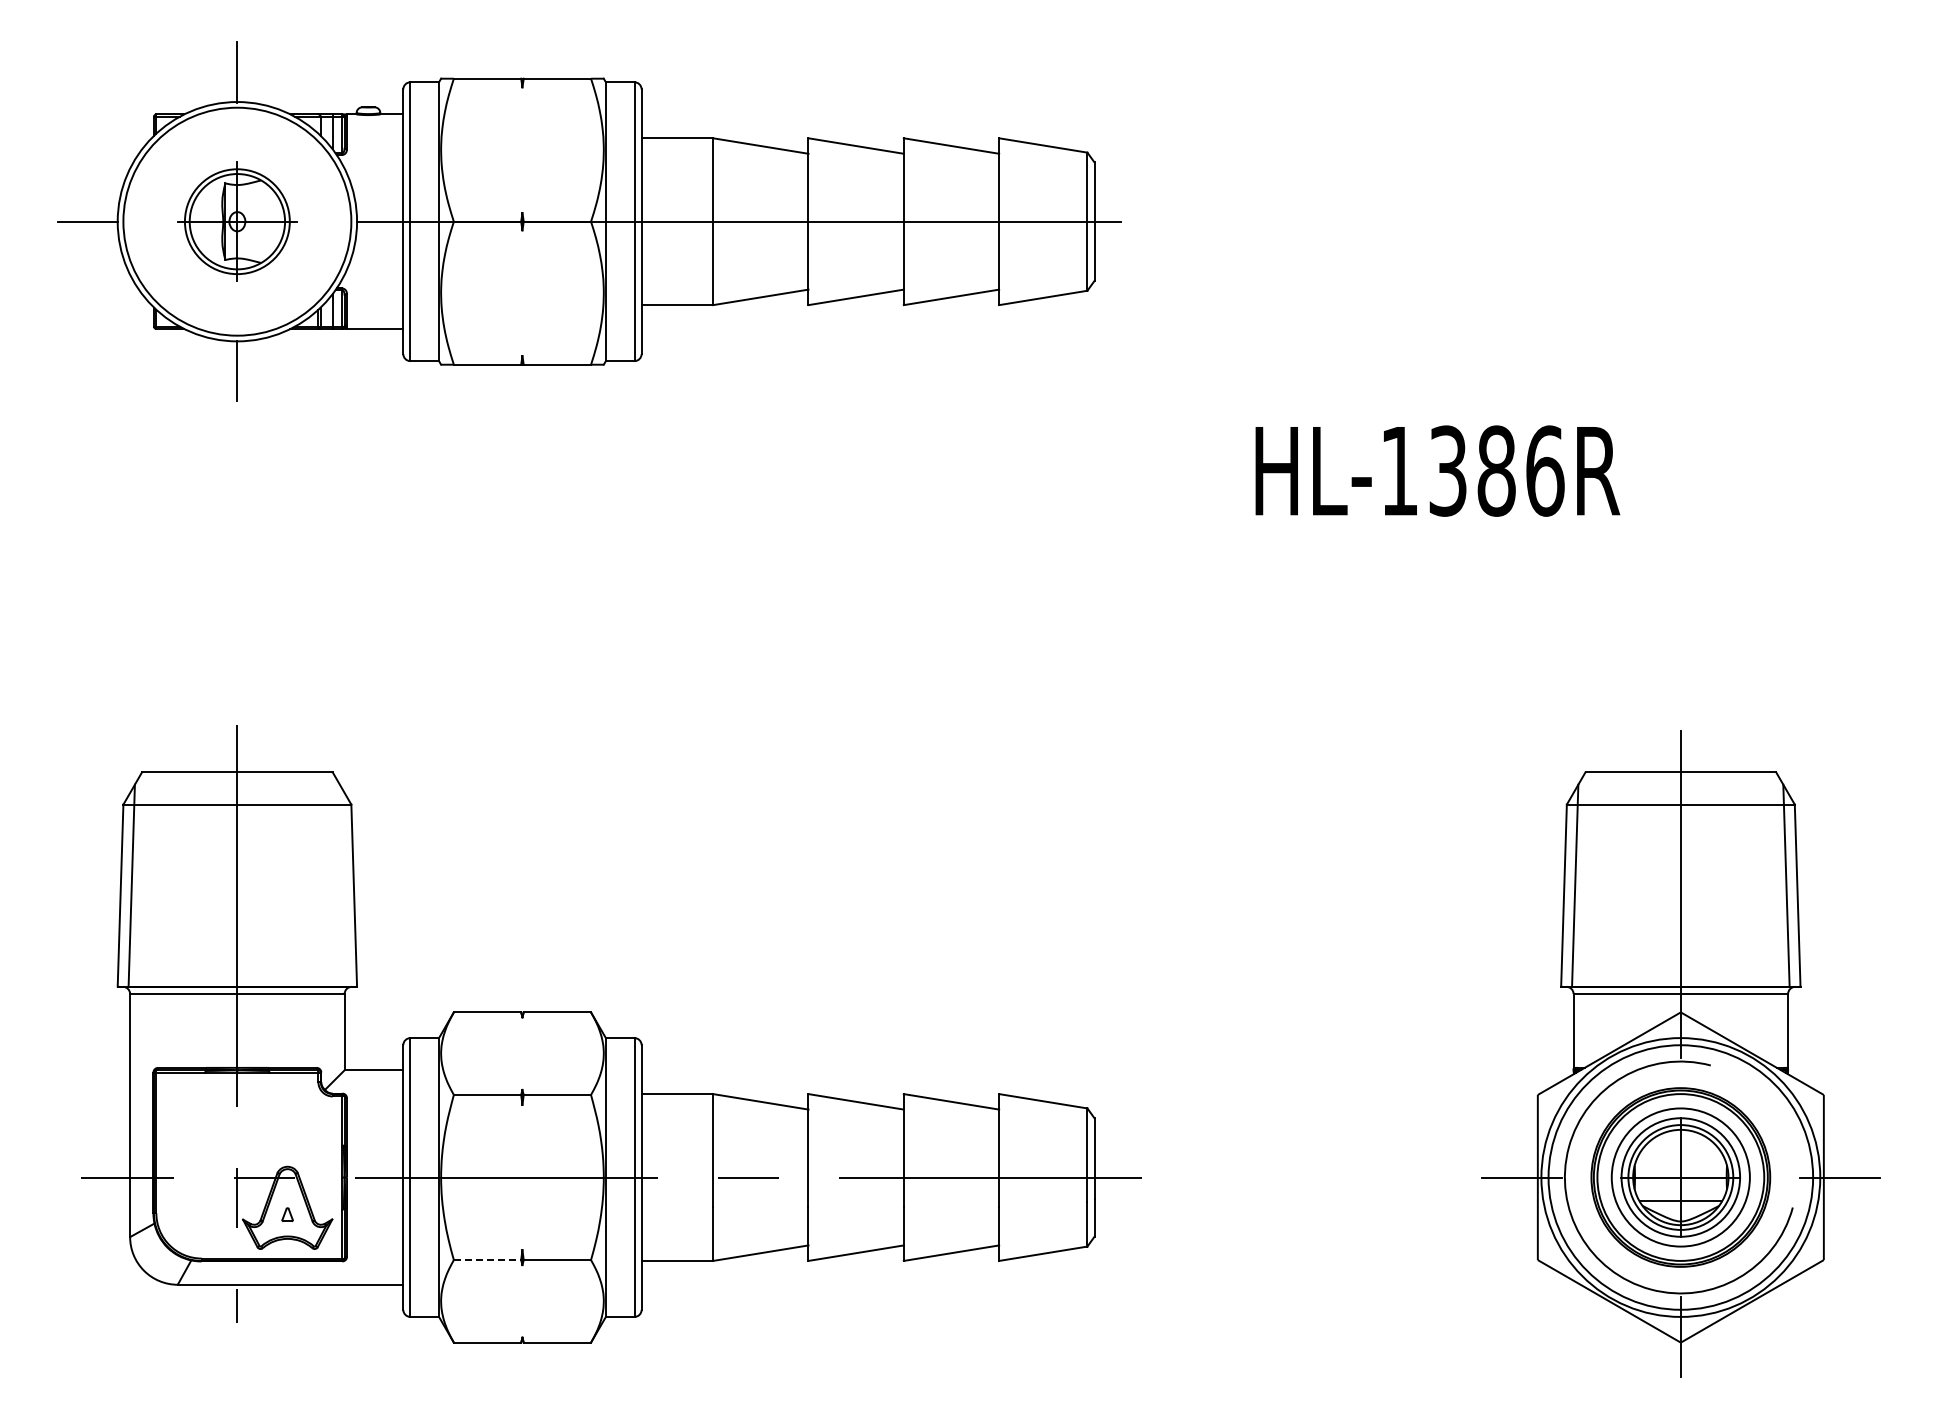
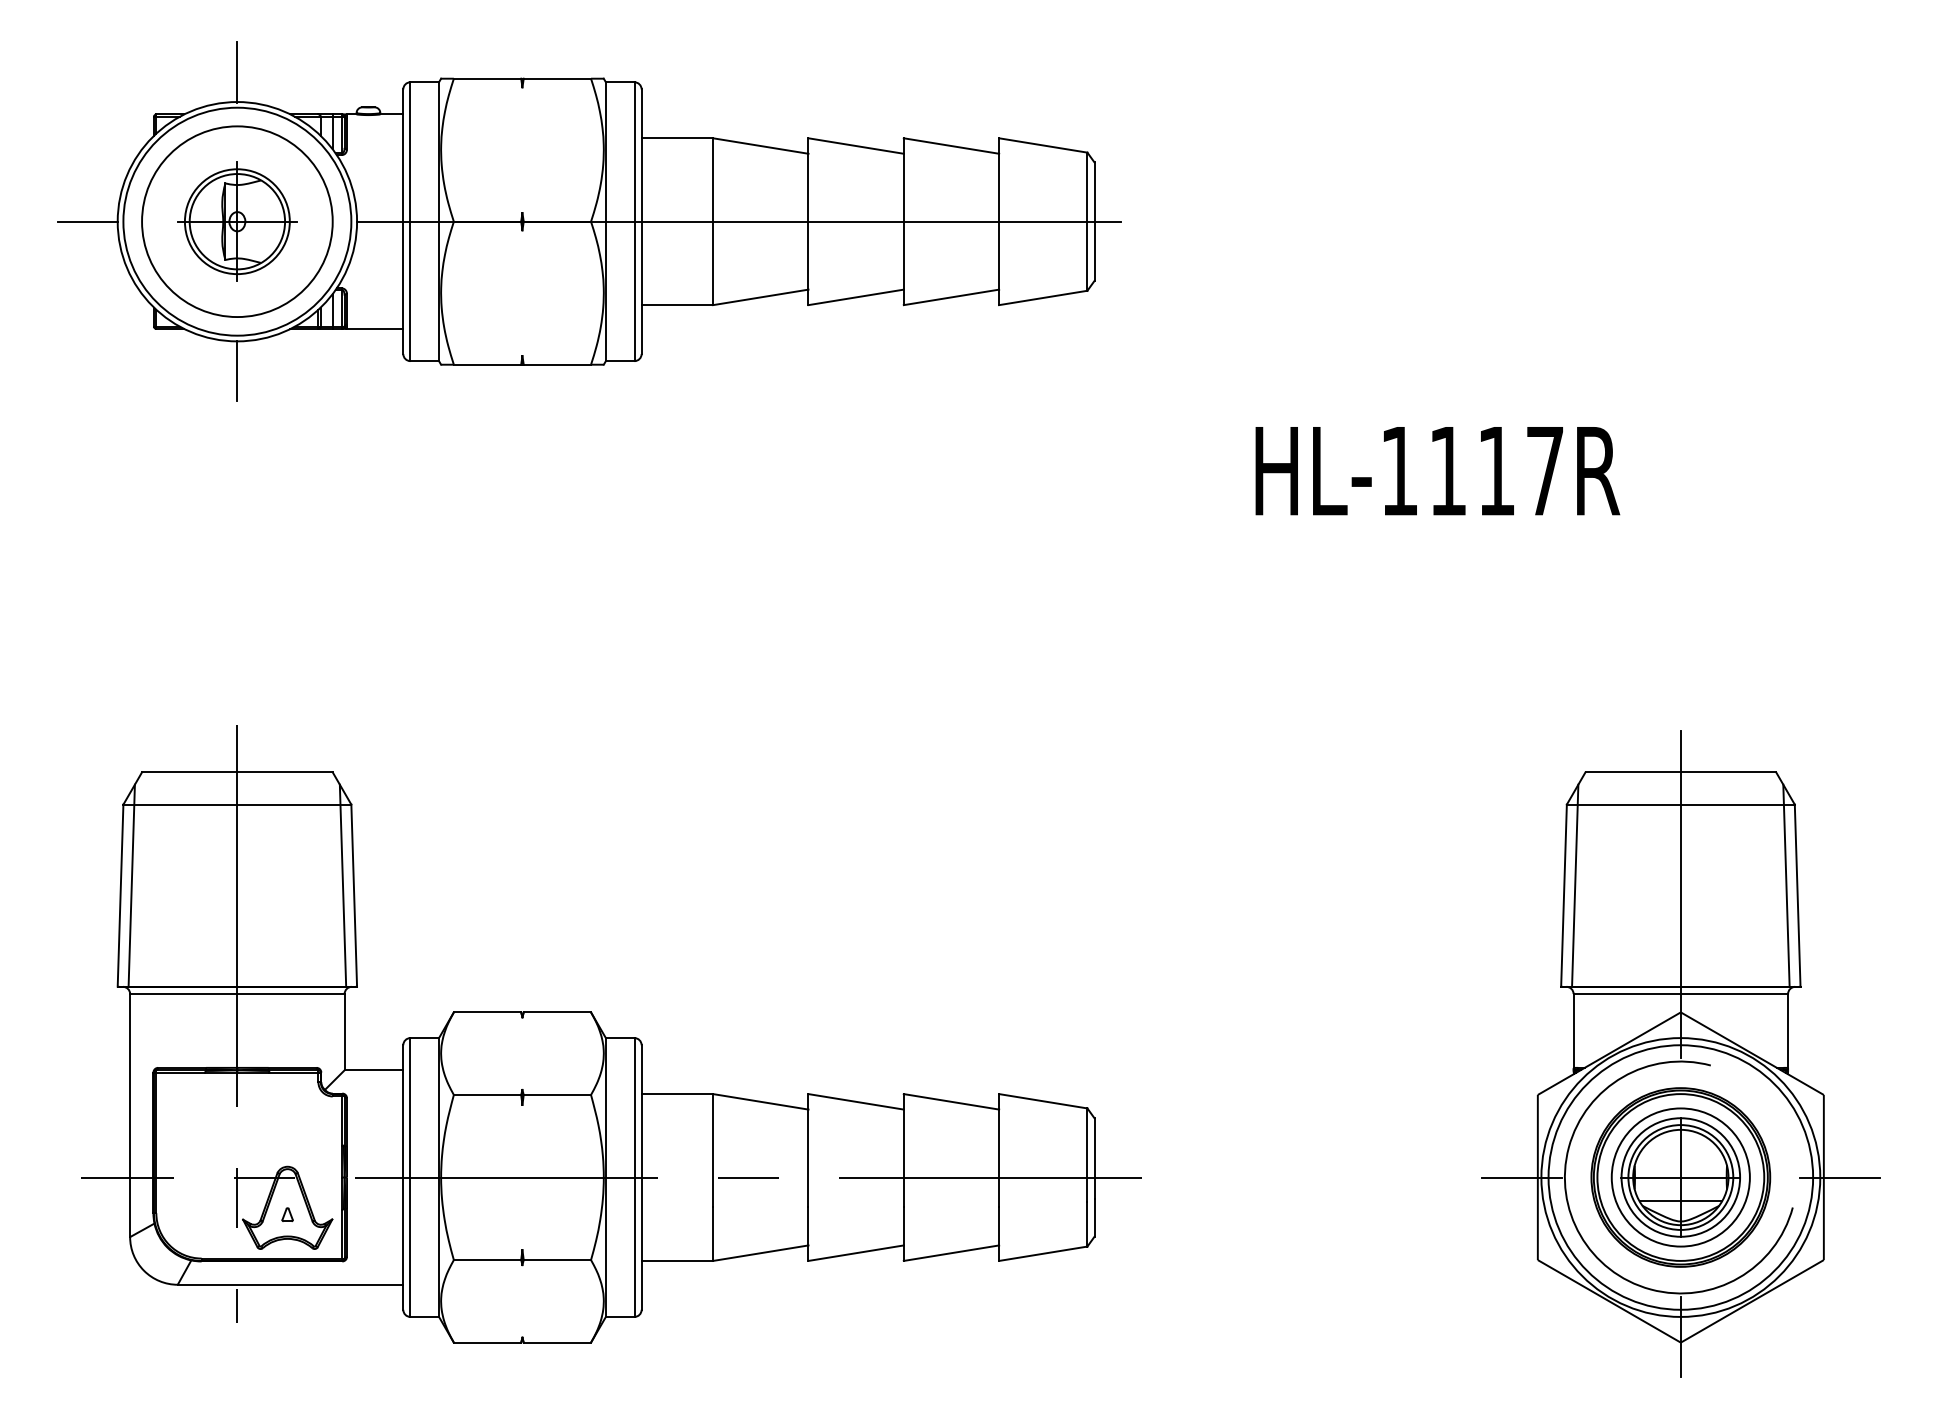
circle at (237, 221): none -> present
text at (1496, 470): HL-1386R -> HL-1117R
line at (342, 885): none -> present
line at (487, 1260): dashed -> solid
